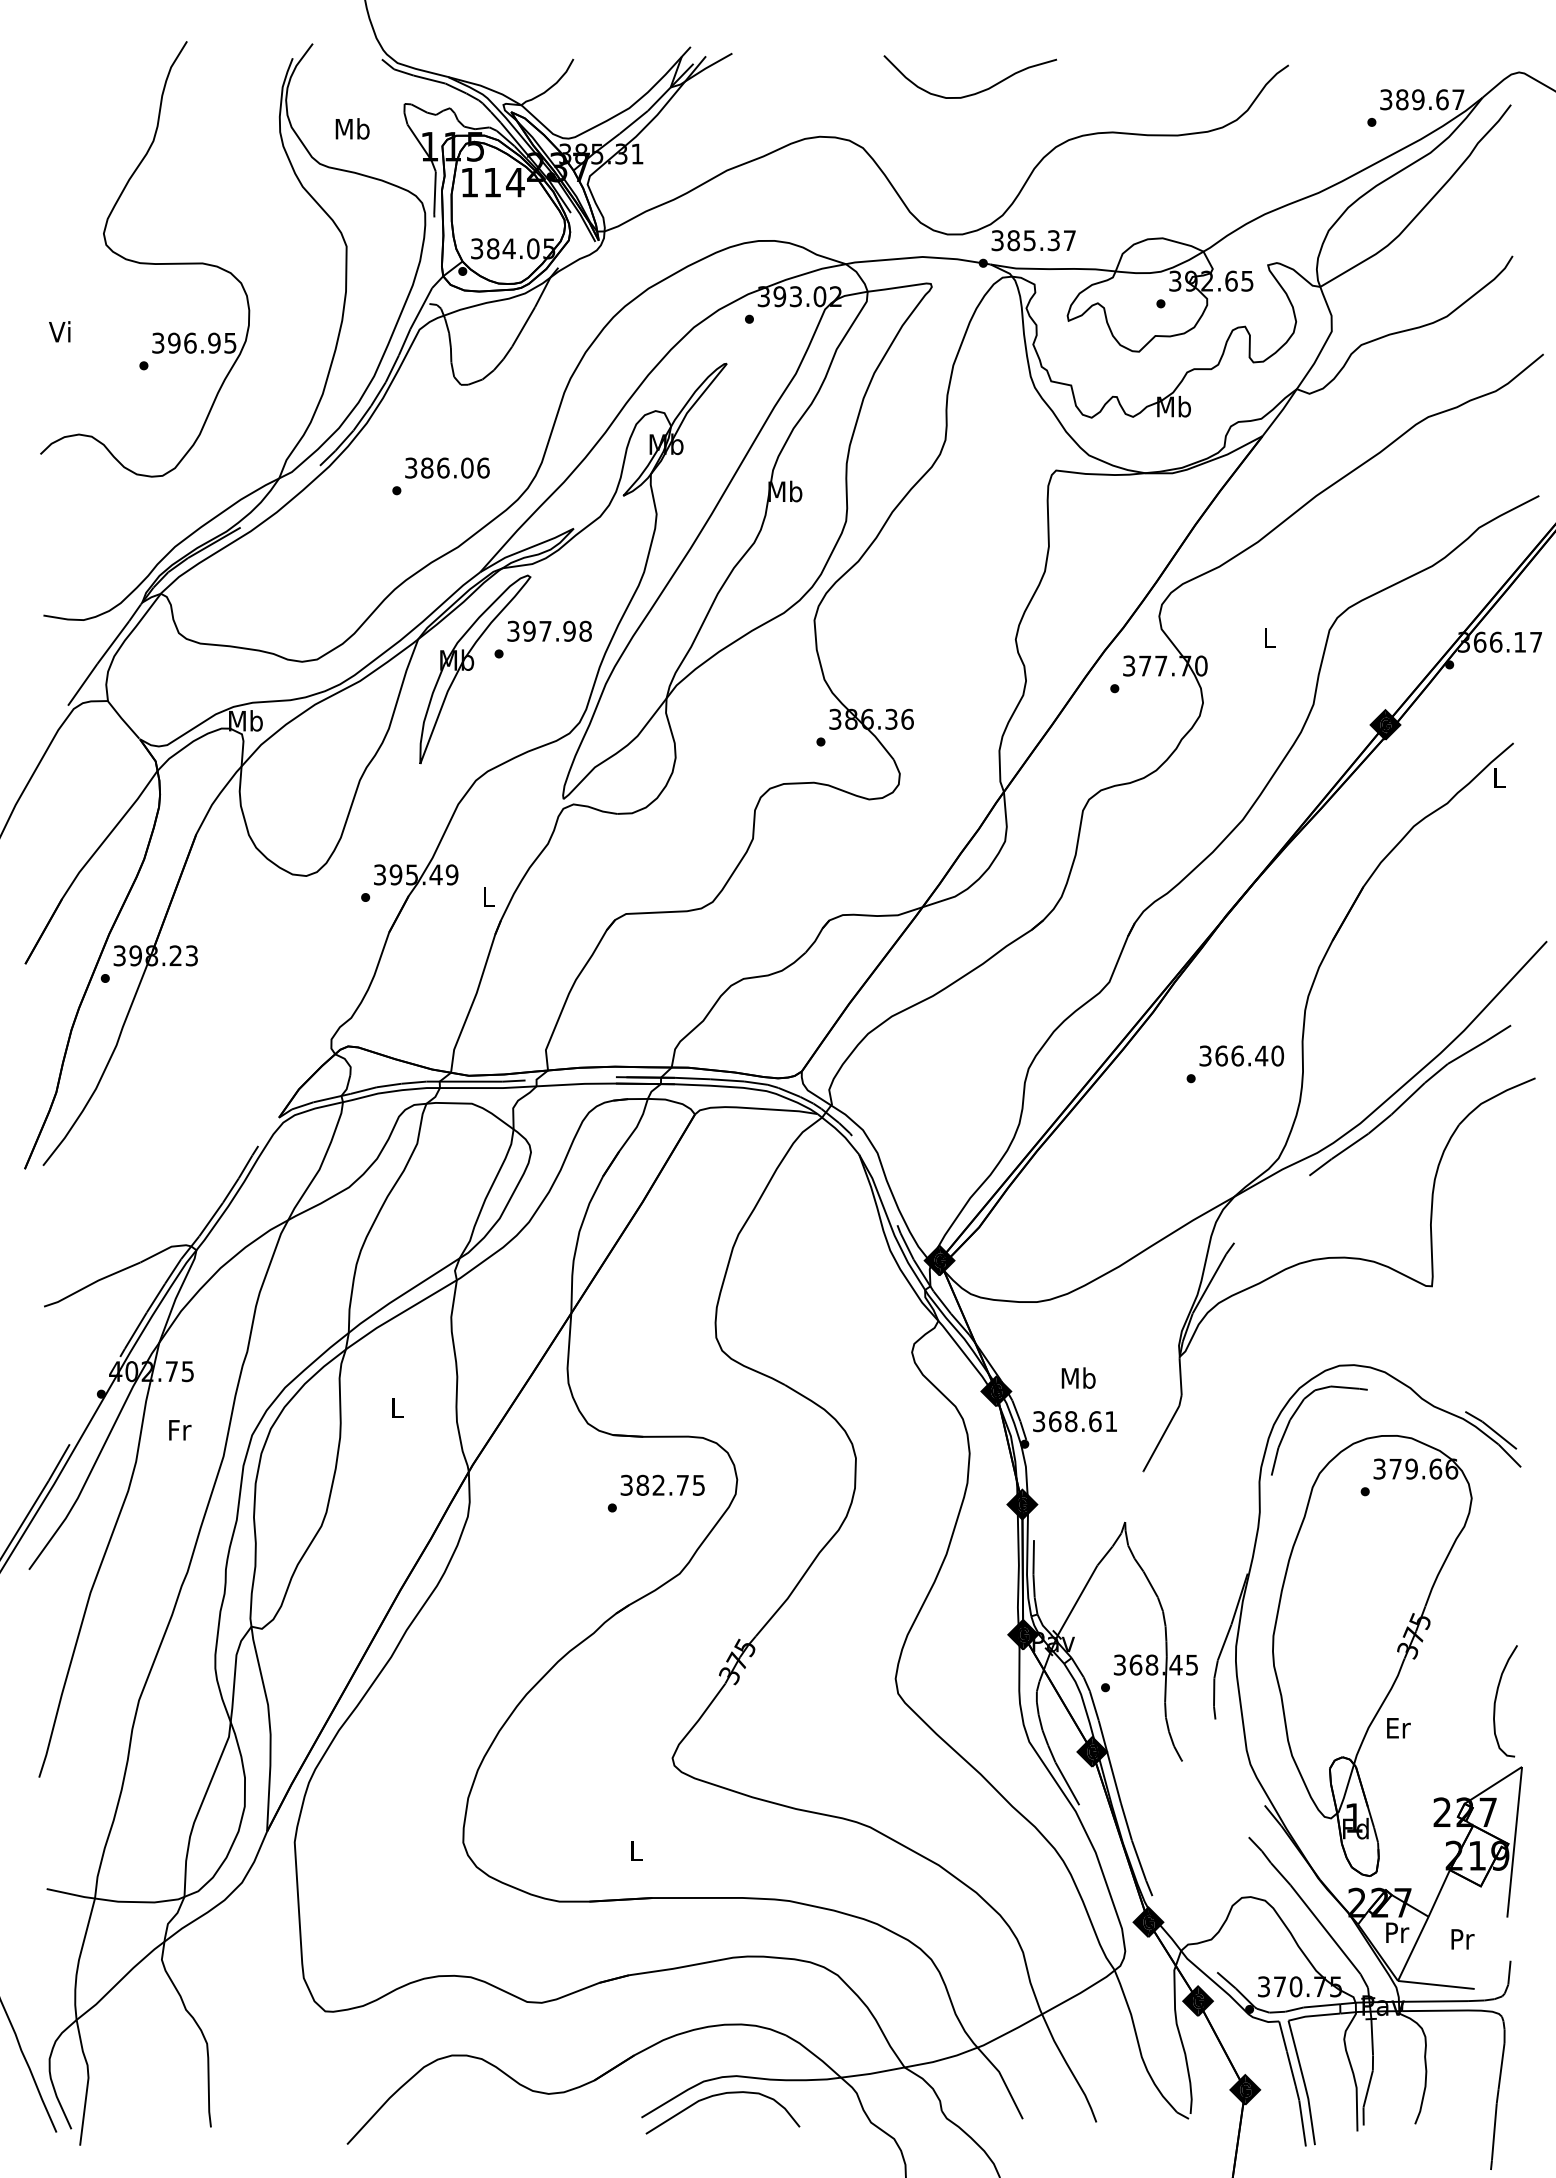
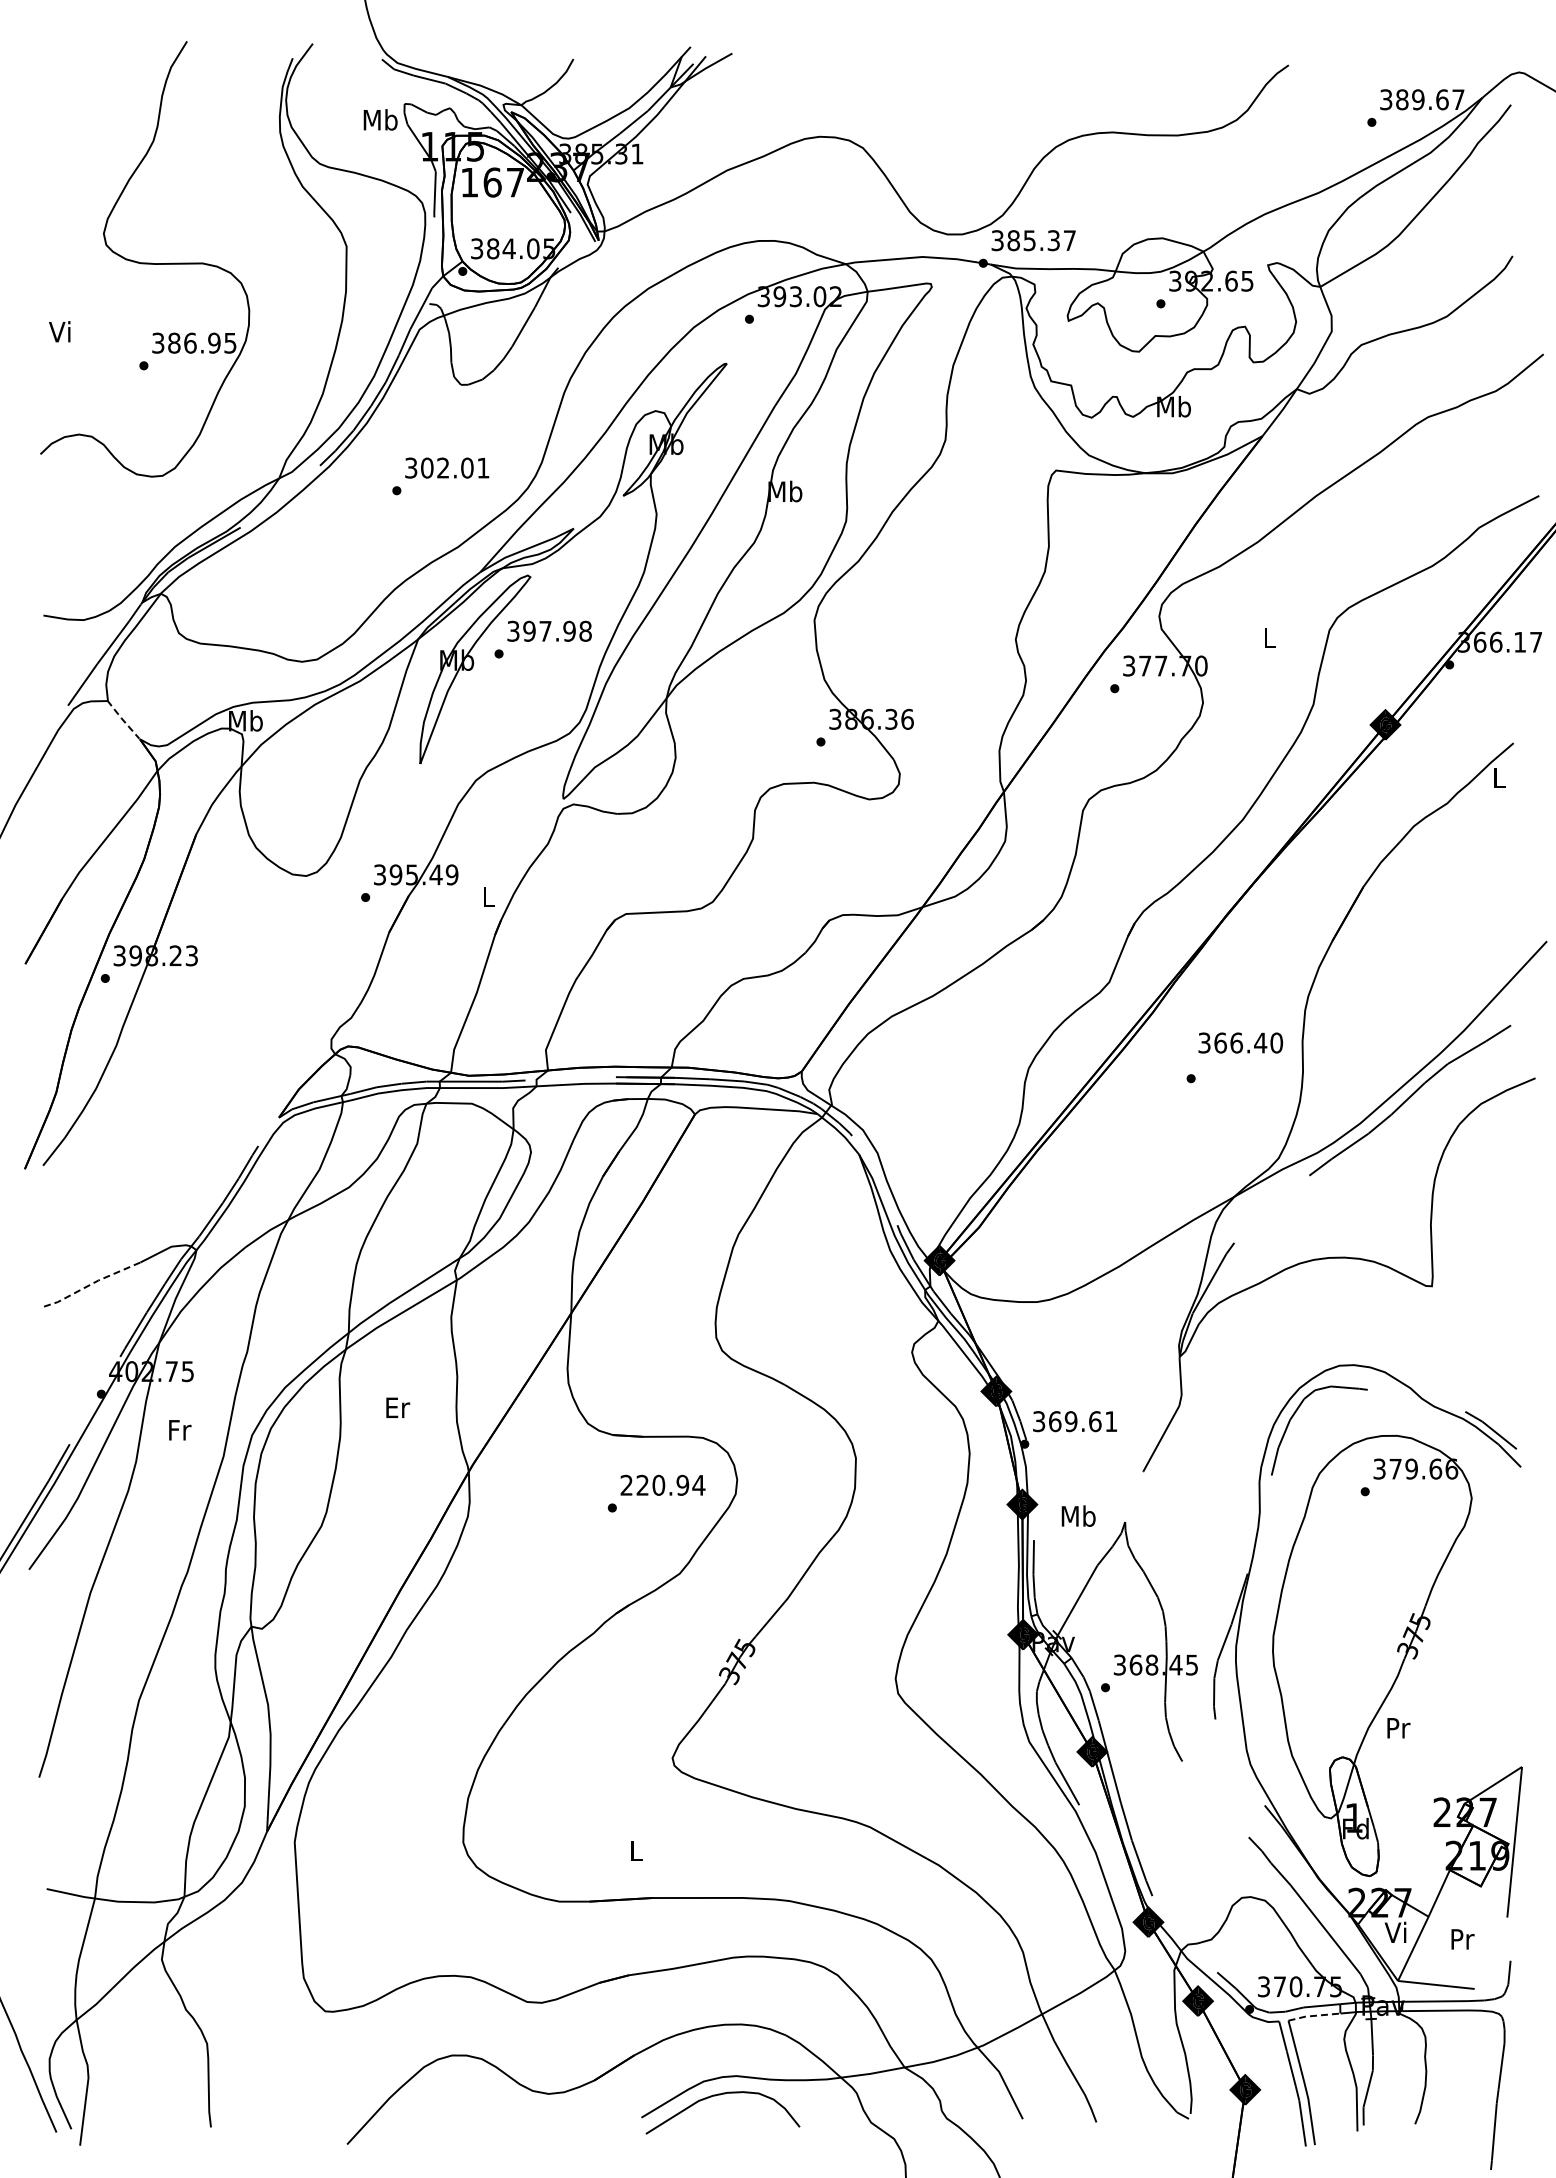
curve at (978, 91): present -> none
text at (352, 128) position: (352, 128) -> (380, 119)
text at (503, 182): 114 -> 167
text at (174, 342): 396.95 -> 386.95
text at (455, 467): 386.06 -> 302.01
line at (122, 719): solid -> dashed
text at (1241, 1055) position: (1241, 1055) -> (1240, 1042)
line at (92, 1283): solid -> dashed
text at (1078, 1377) position: (1078, 1377) -> (1078, 1515)
text at (398, 1407): L -> Er
text at (1070, 1421): 368.61 -> 369.61
text at (662, 1484): 382.75 -> 220.94
curve at (1496, 1700): present -> none
text at (1398, 1728): Er -> Pr
text at (1396, 1931): Pr -> Vi
line at (1314, 2015): solid -> dashed
